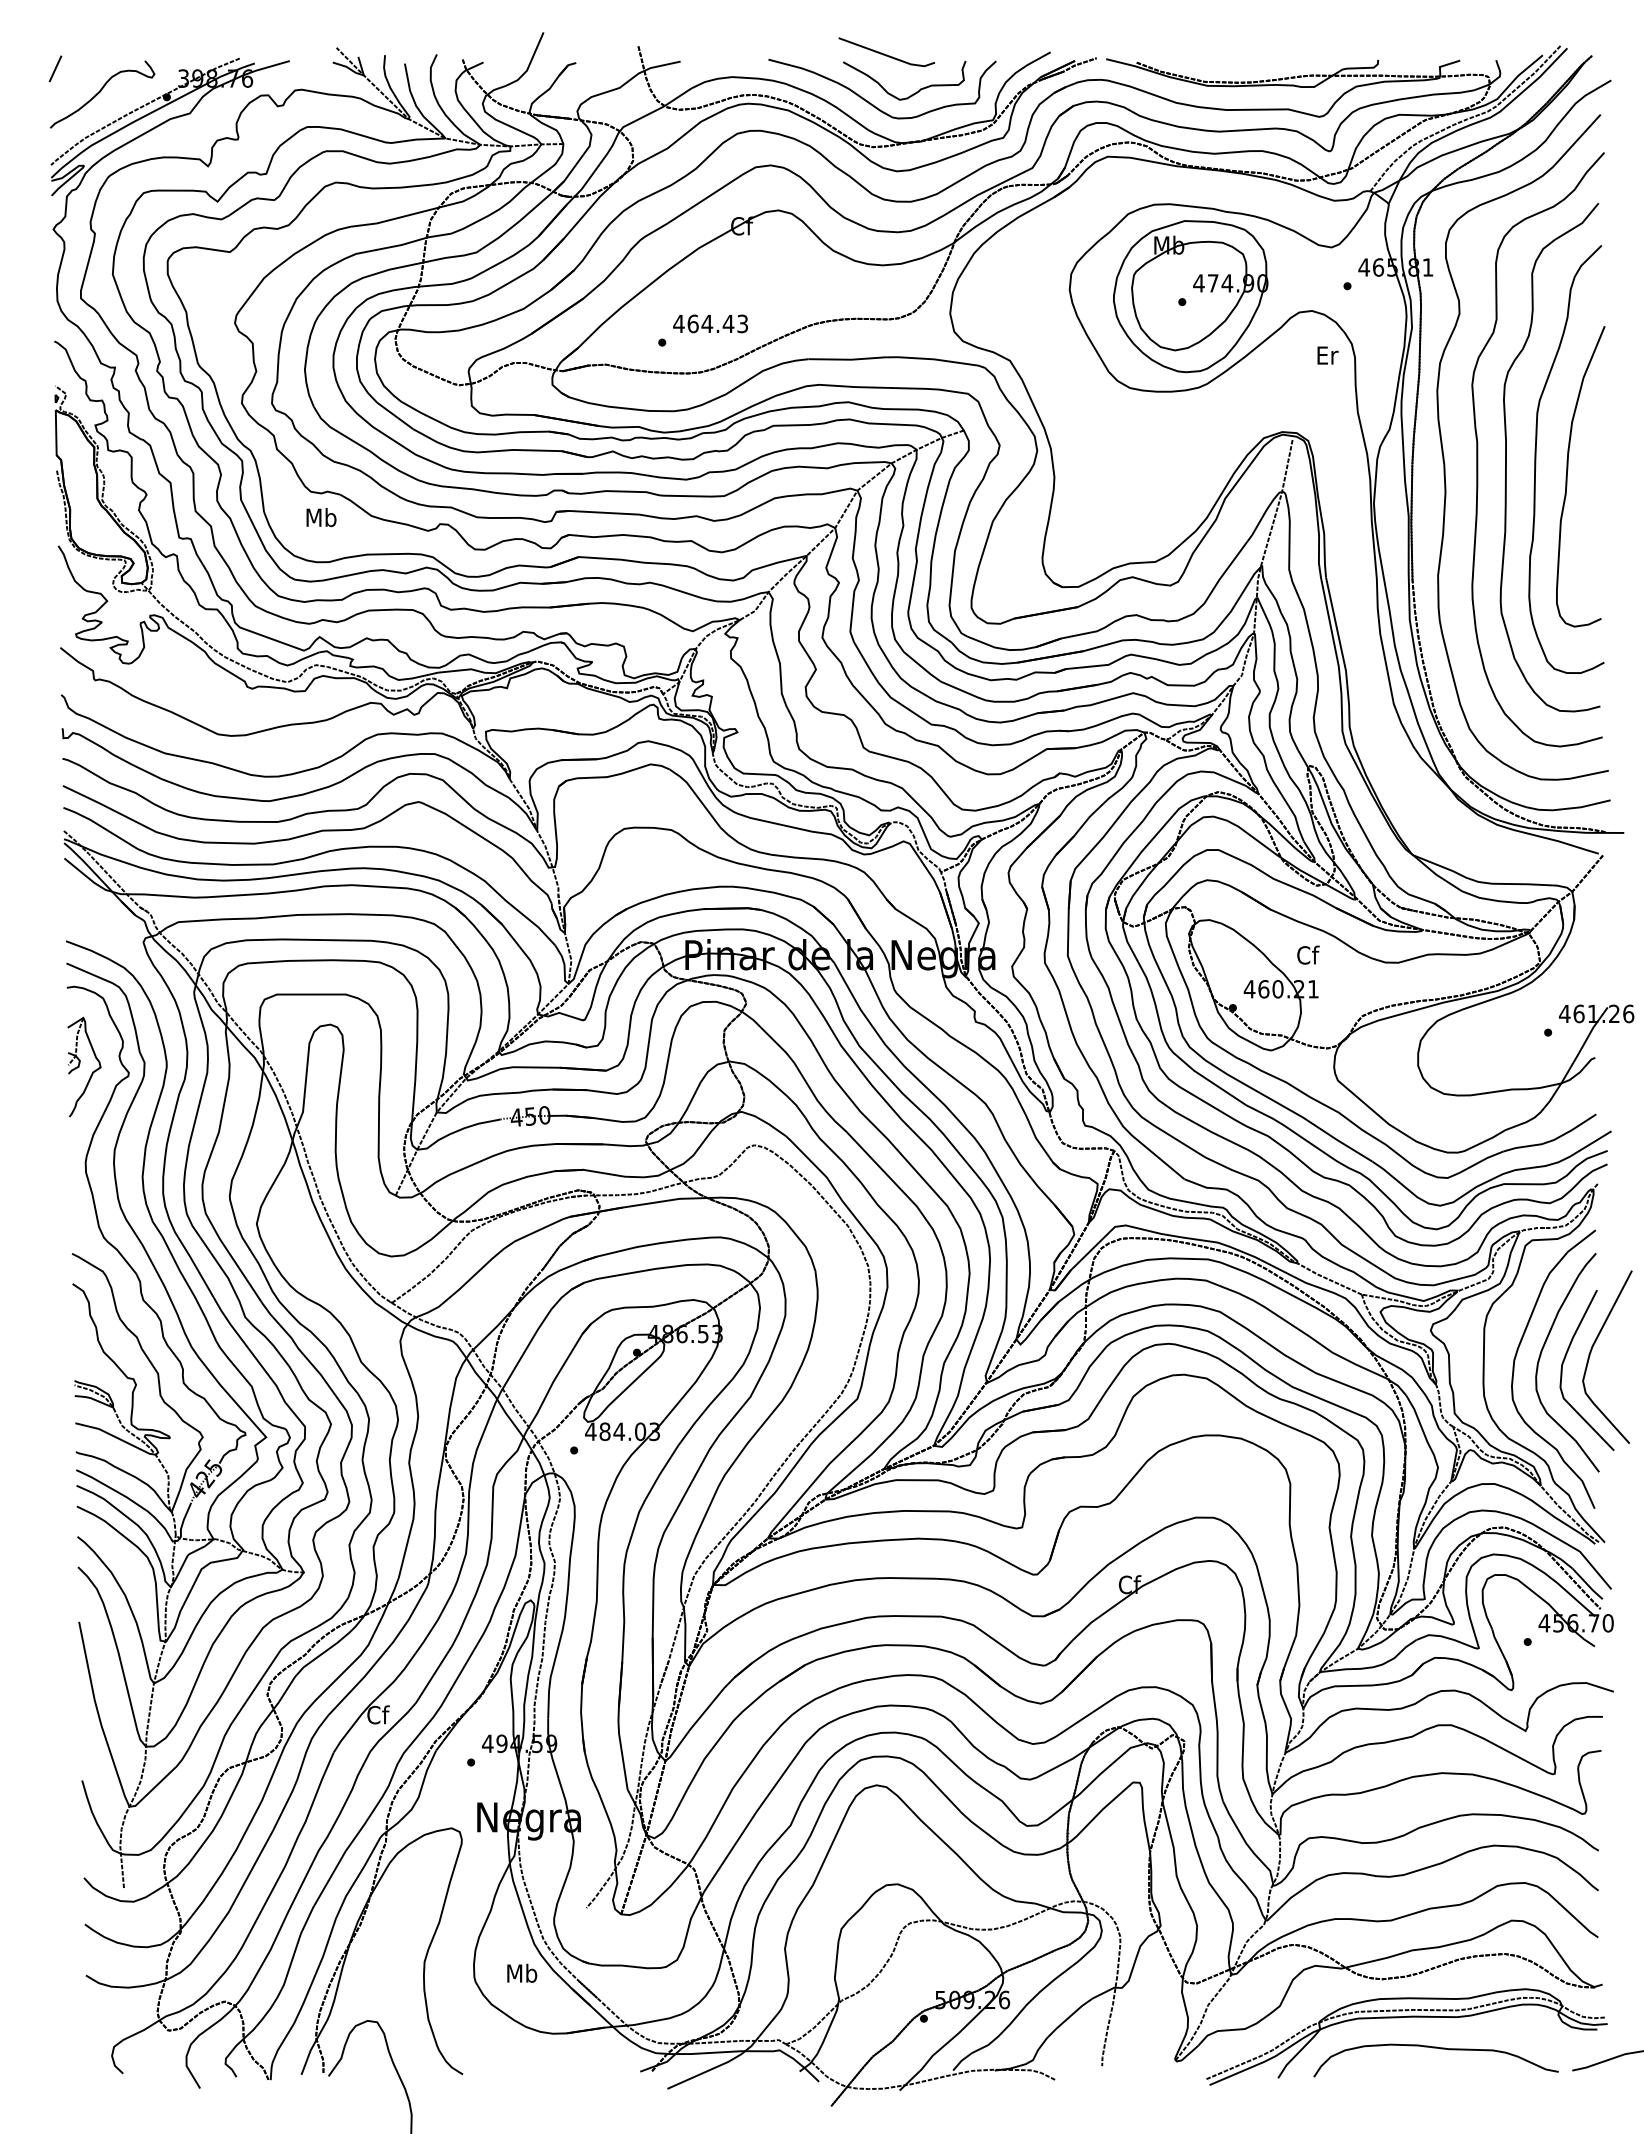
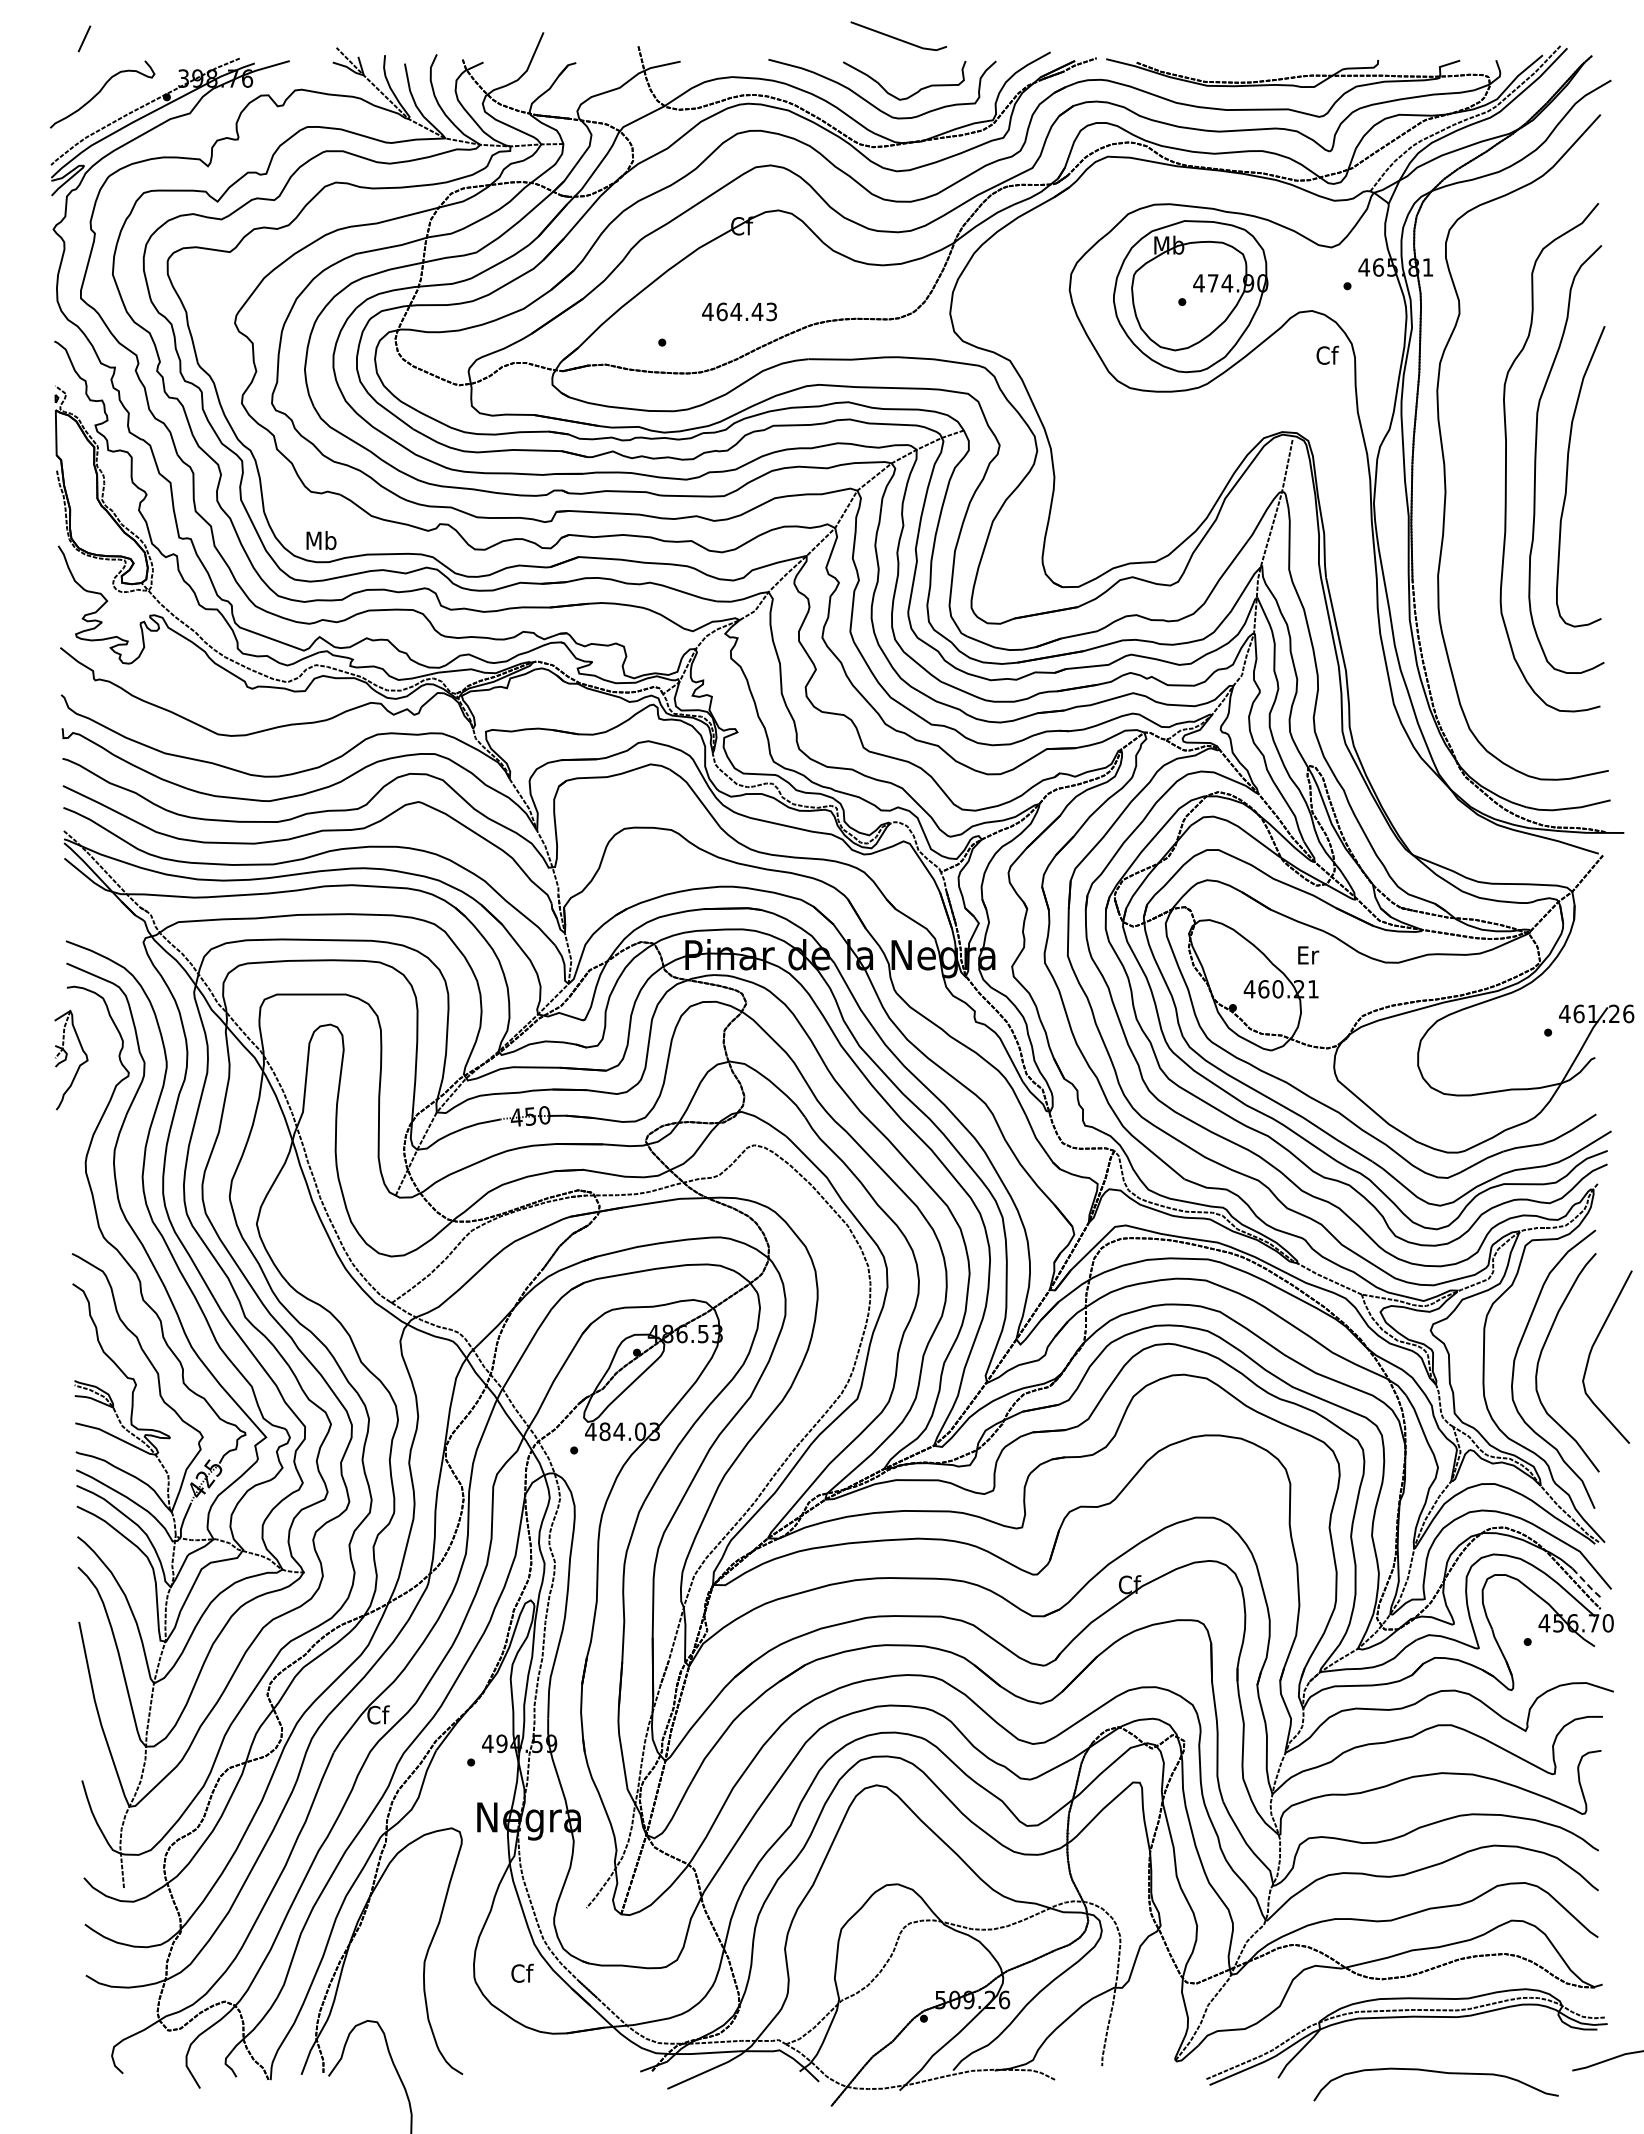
line at (886, 54) position: (886, 54) -> (898, 38)
line at (55, 68) position: (55, 68) -> (84, 38)
text at (710, 323) position: (710, 323) -> (739, 311)
text at (1327, 354): Er -> Cf
curve at (1478, 449): present -> none
text at (321, 517) position: (321, 517) -> (321, 540)
text at (1308, 954): Cf -> Er
part at (84, 1066) position: (84, 1066) -> (71, 1059)
curve at (1565, 1359): present -> none
line at (1587, 1584): solid -> dashed
text at (522, 1972): Mb -> Cf
curve at (1435, 2048) position: (1435, 2048) -> (1435, 2072)
